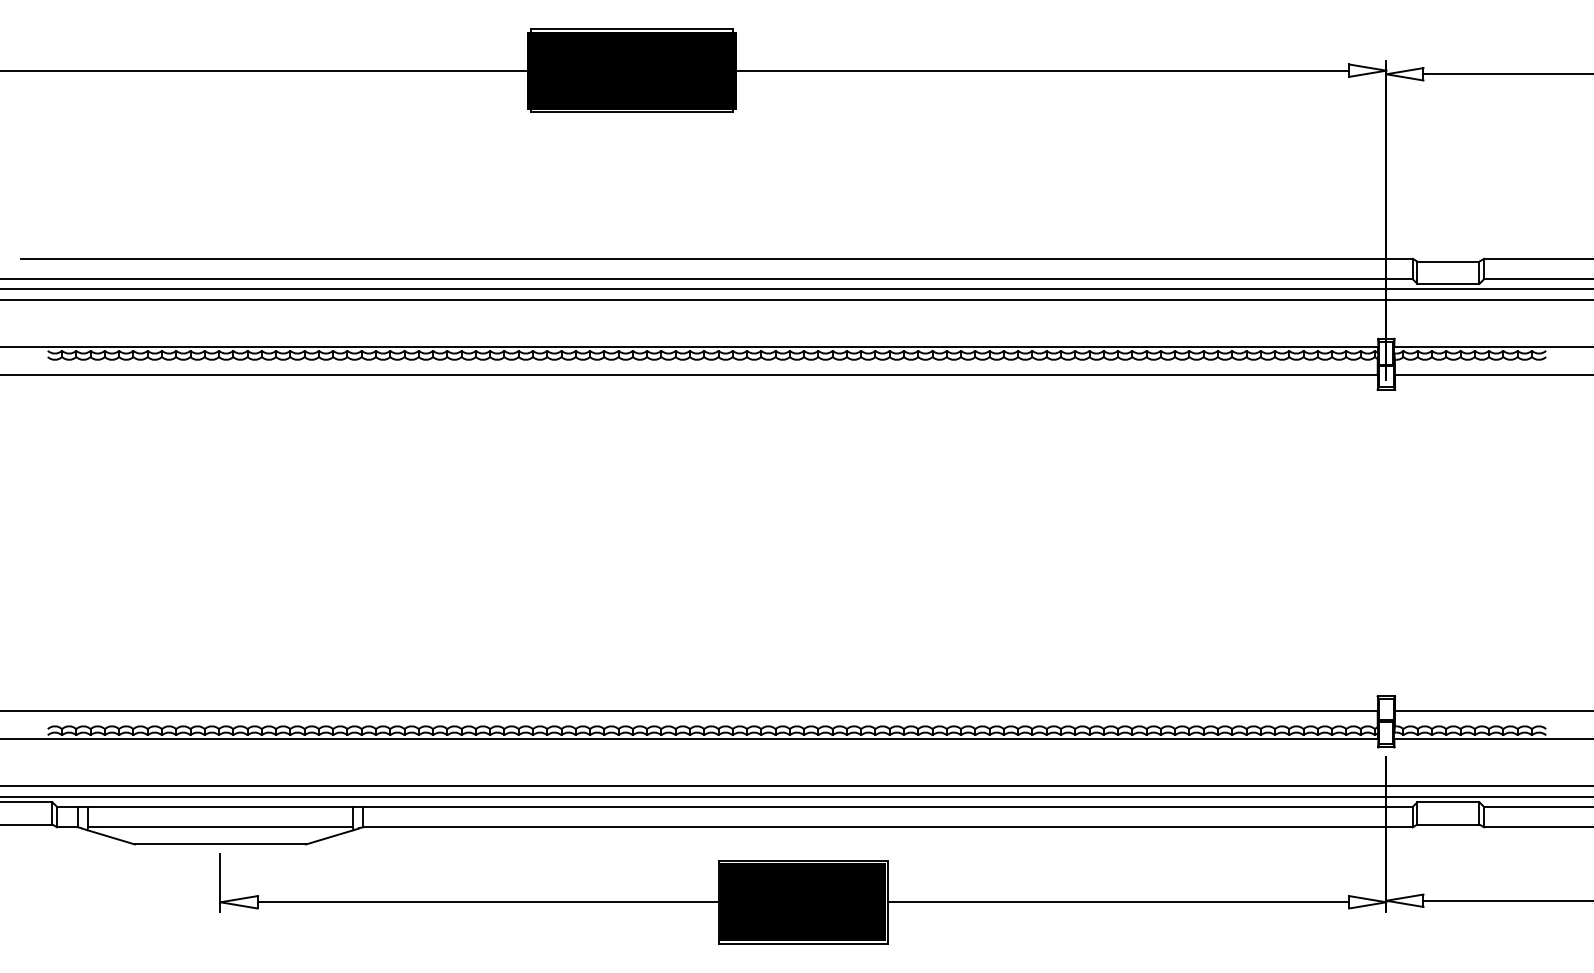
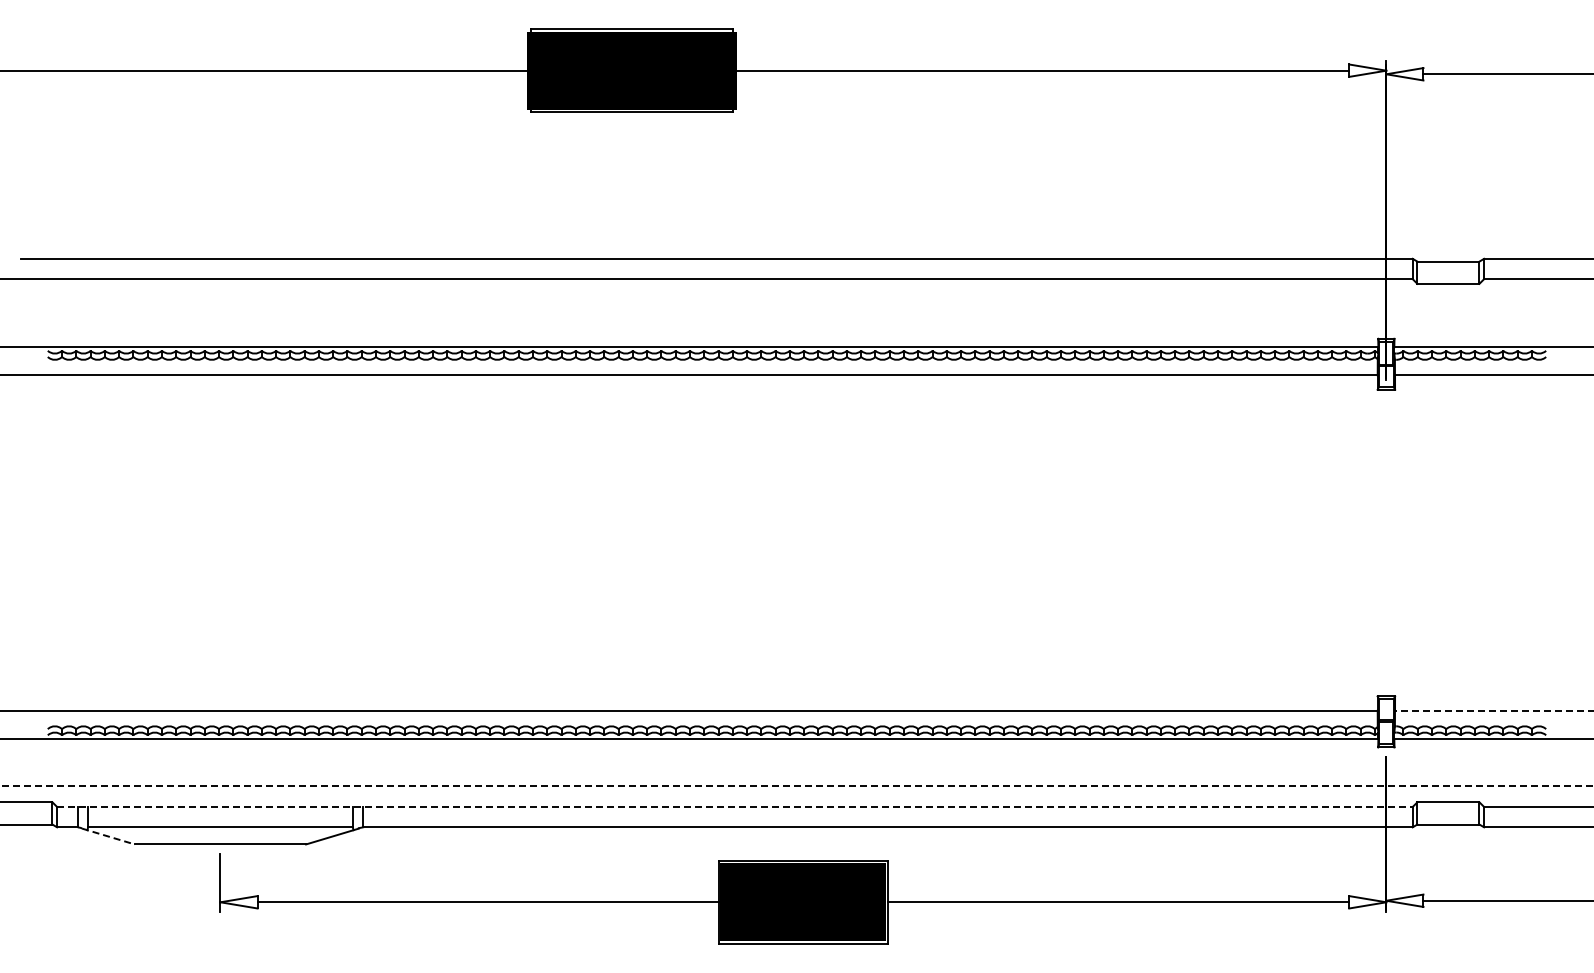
line at (796, 289): present -> none
line at (796, 300): present -> none
line at (1494, 710): solid -> dashed
line at (796, 785): solid -> dashed
line at (796, 796): present -> none
line at (734, 806): solid -> dashed
line at (108, 836): solid -> dashed
